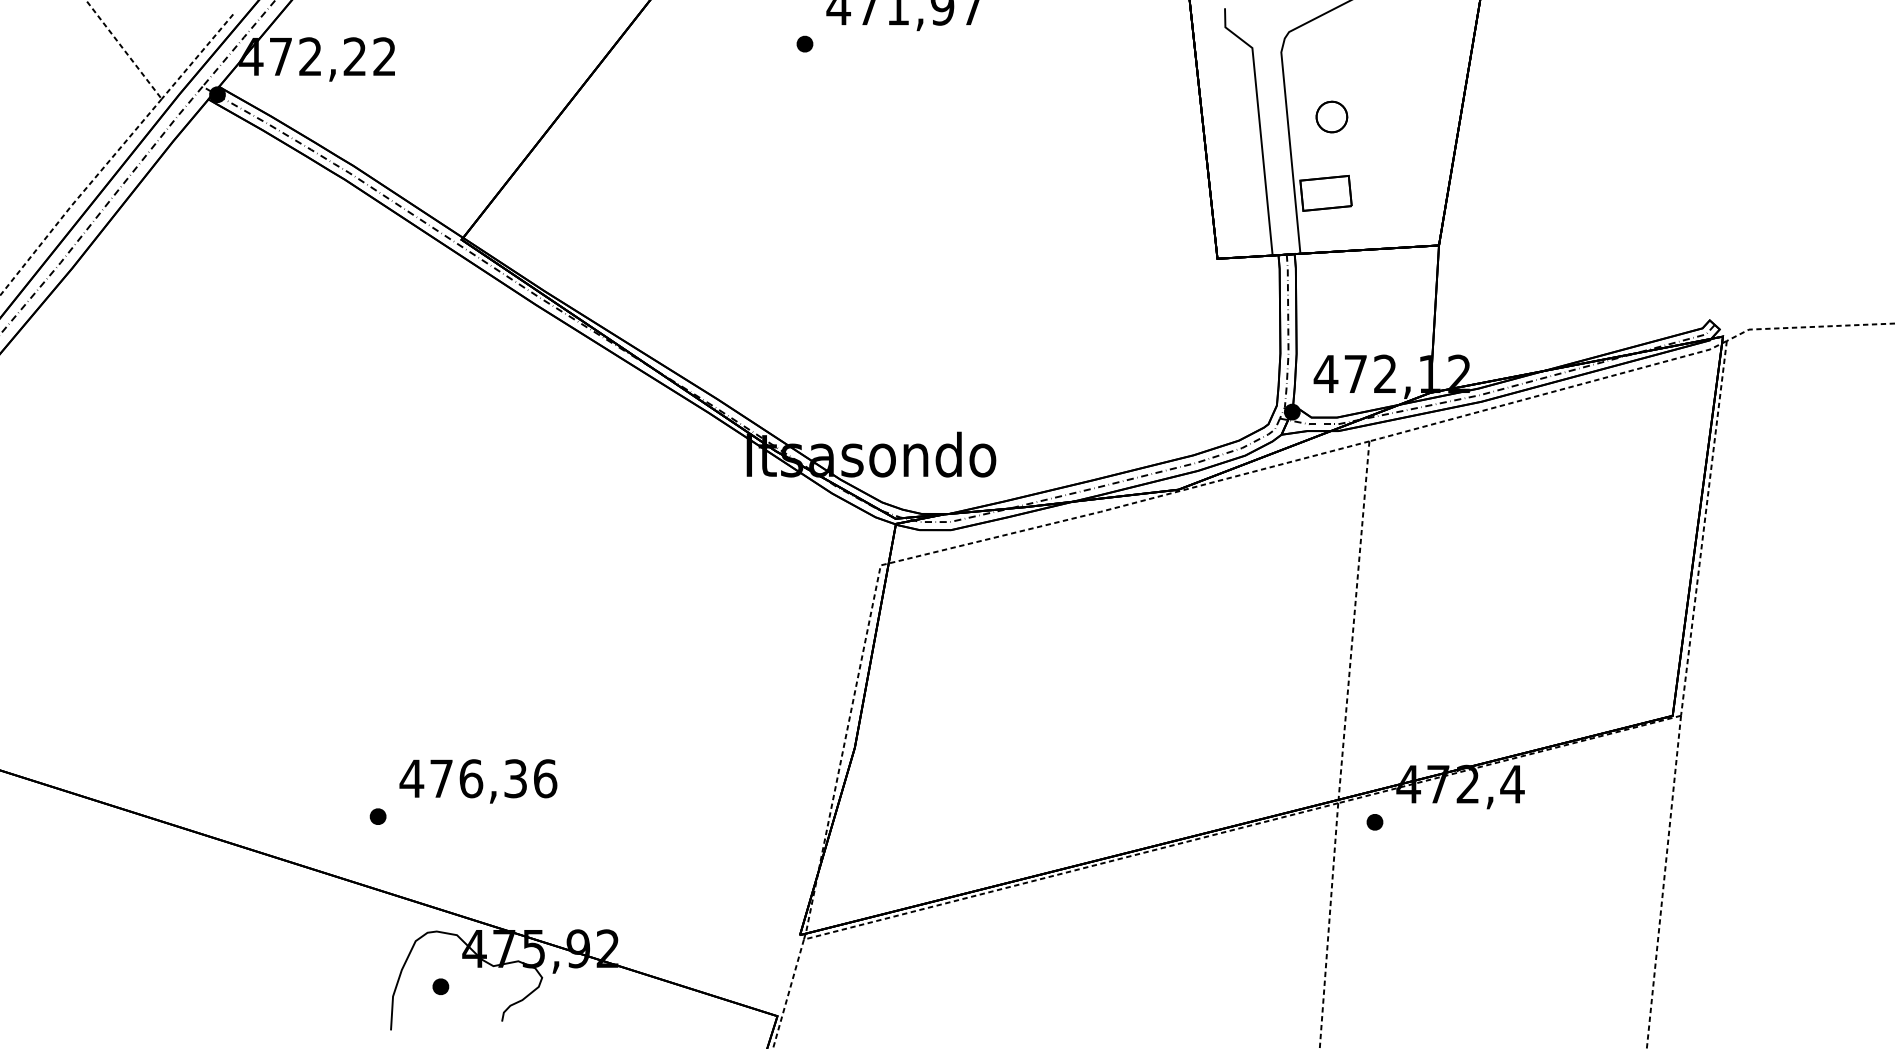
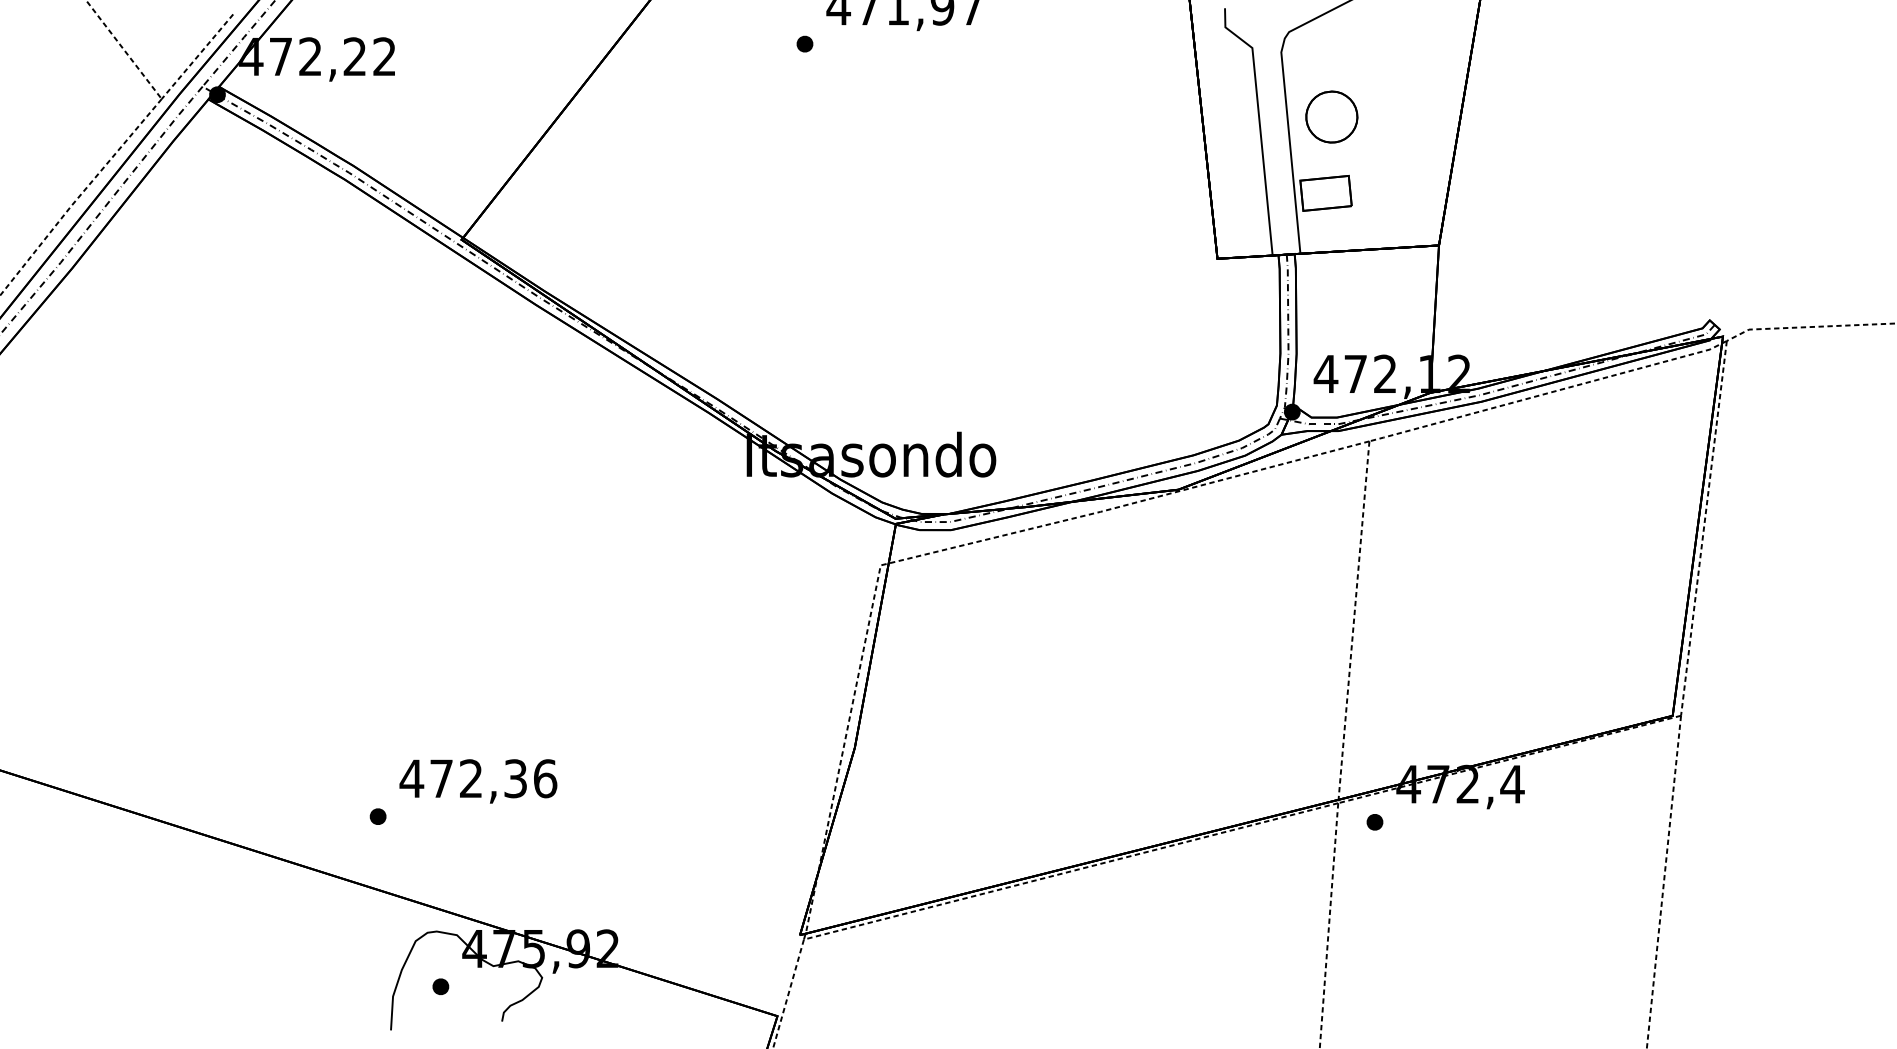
part at (1331, 116) size: 34x34 px -> 54x54 px
text at (471, 778): 476,36 -> 472,36
